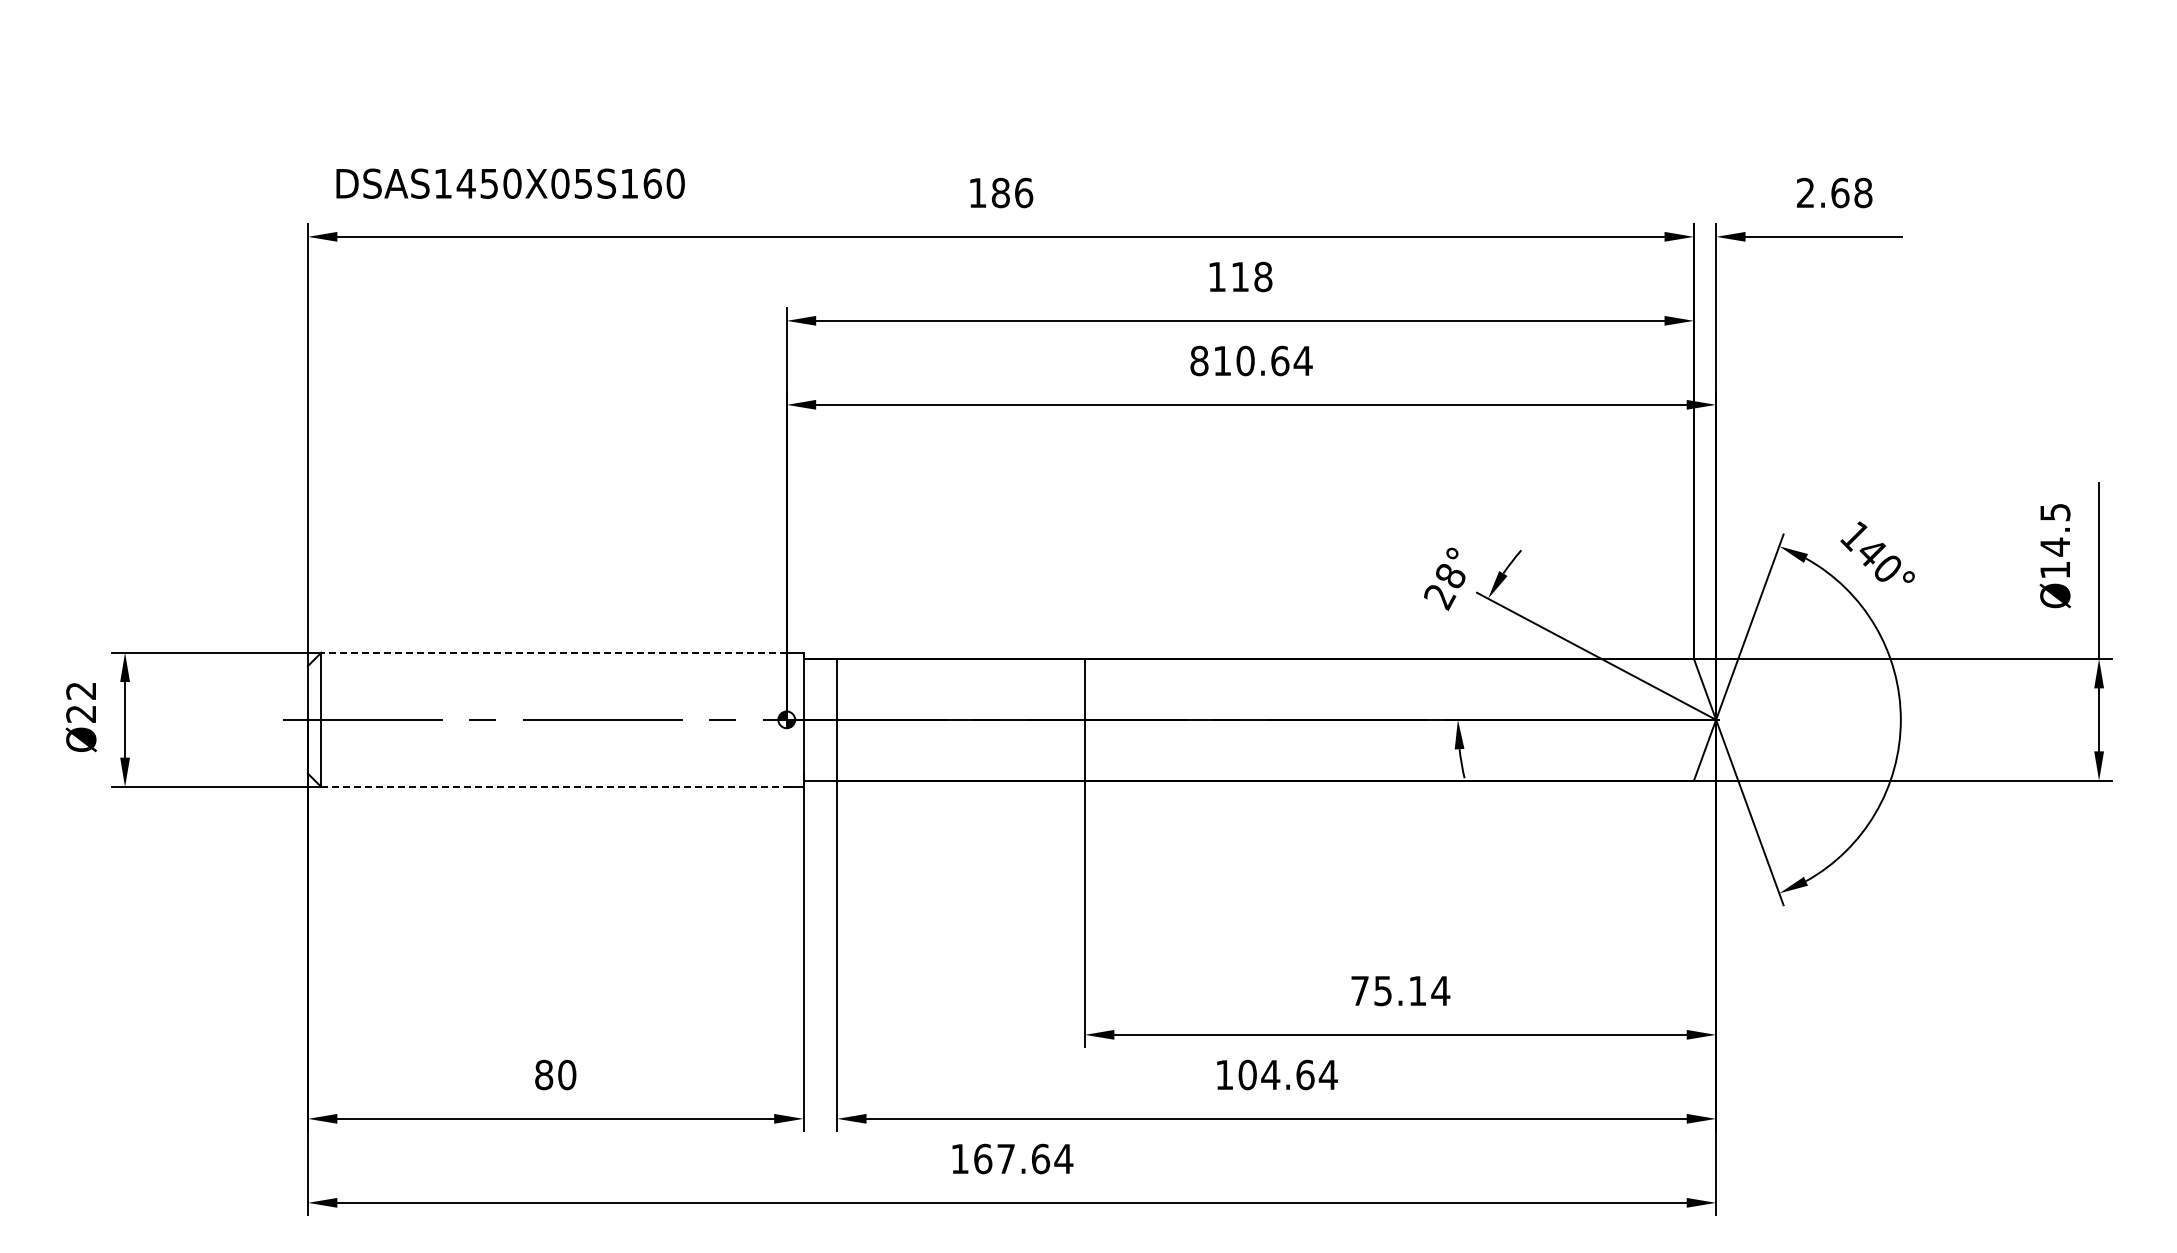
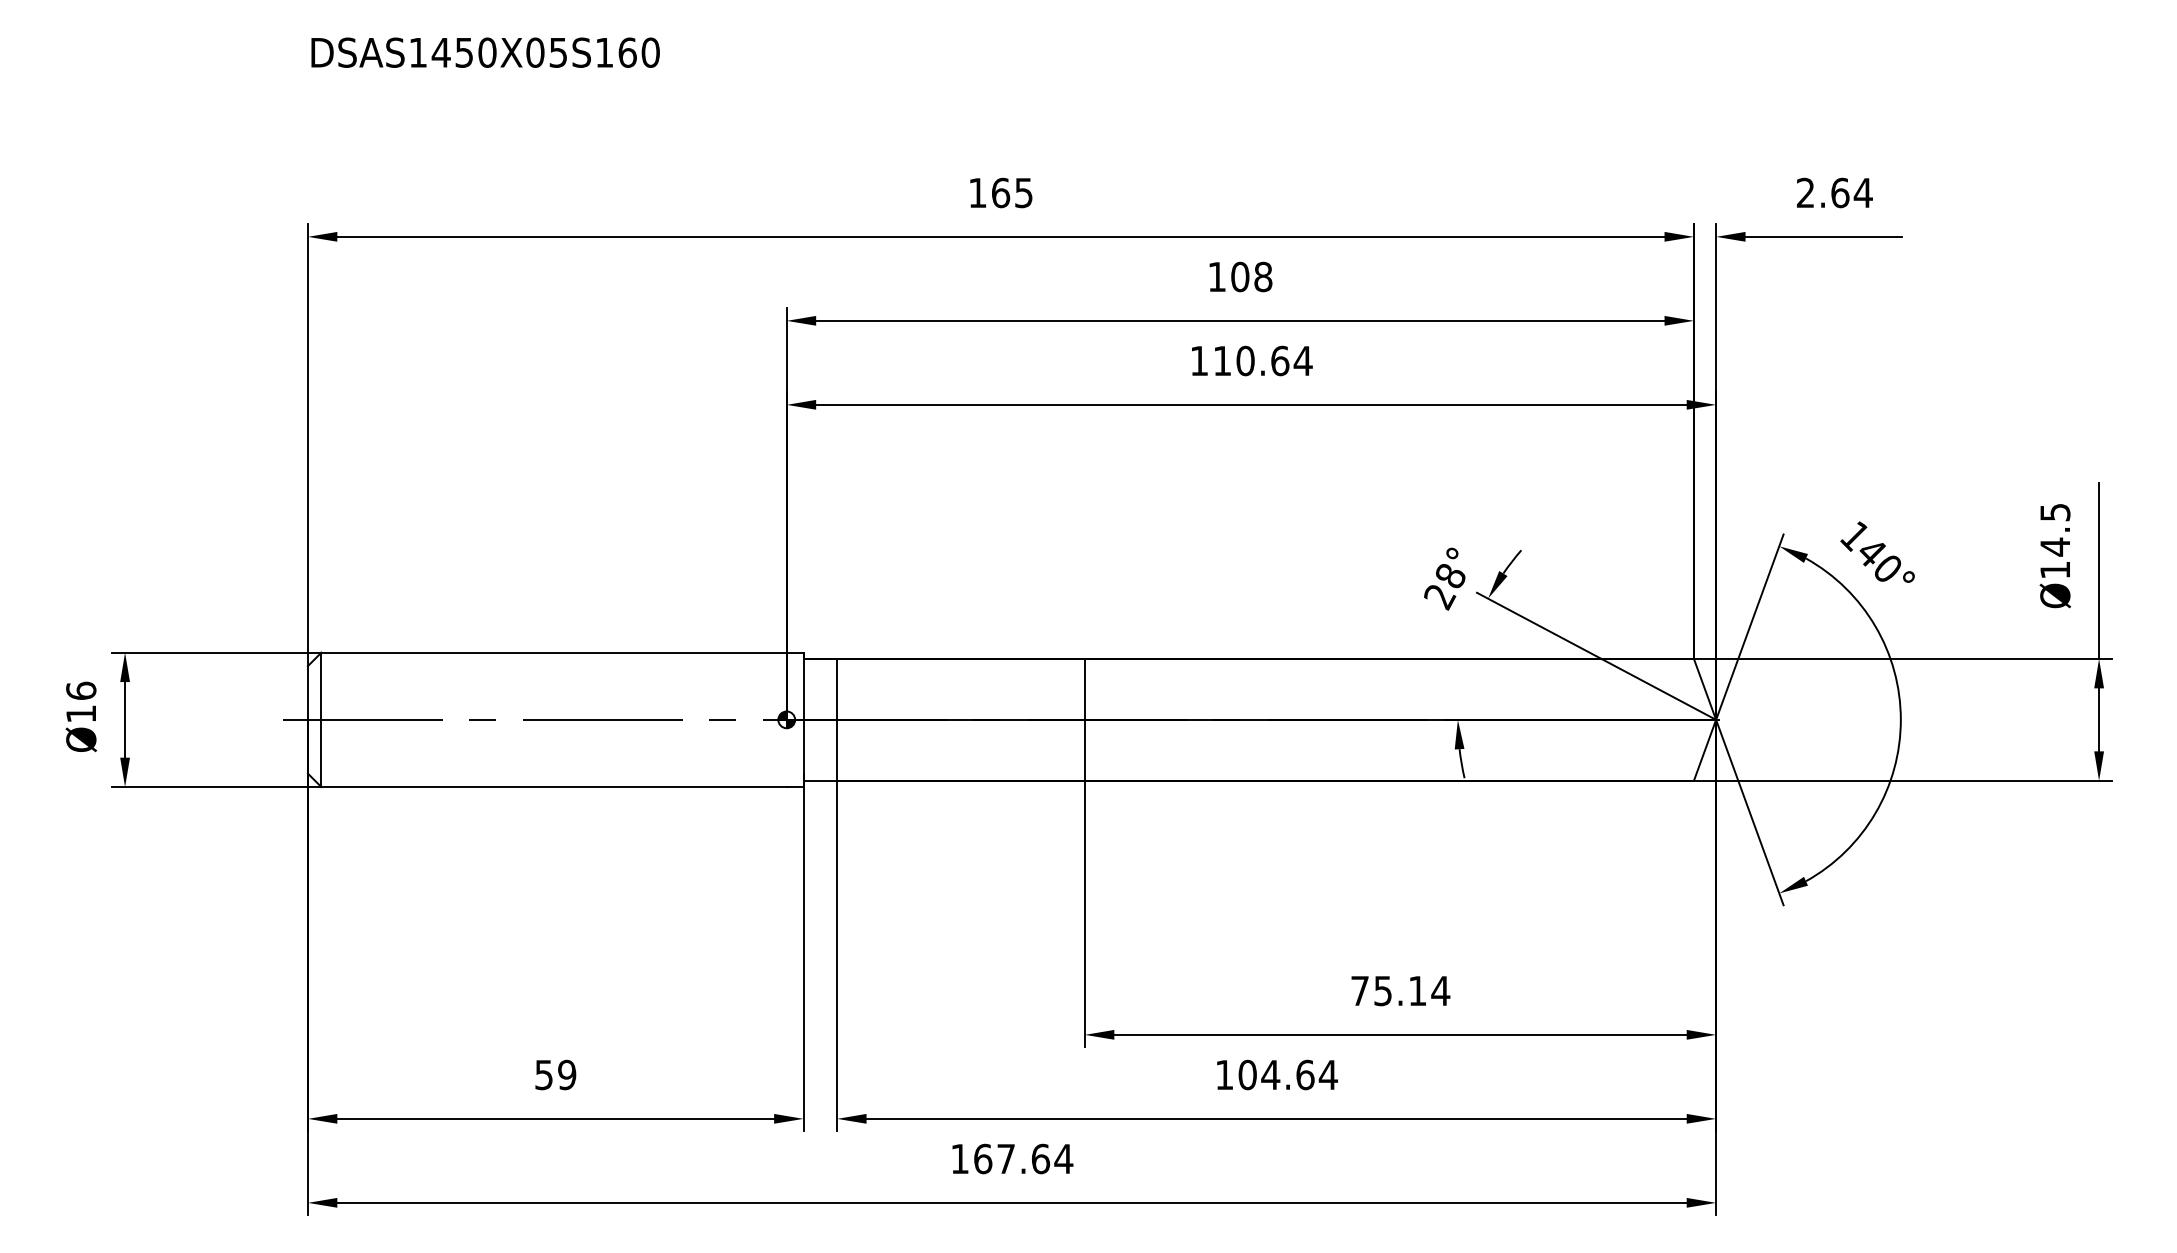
text at (510, 183) position: (510, 183) -> (485, 52)
text at (1012, 192): 186 -> 165
text at (1862, 192): 2.68 -> 2.64
text at (1240, 276): 118 -> 108
text at (1199, 360): 810.64 -> 110.64
line at (554, 652): dashed -> solid
text at (81, 701): Ø22 -> Ø16
line at (554, 787): dashed -> solid
text at (555, 1074): 80 -> 59
